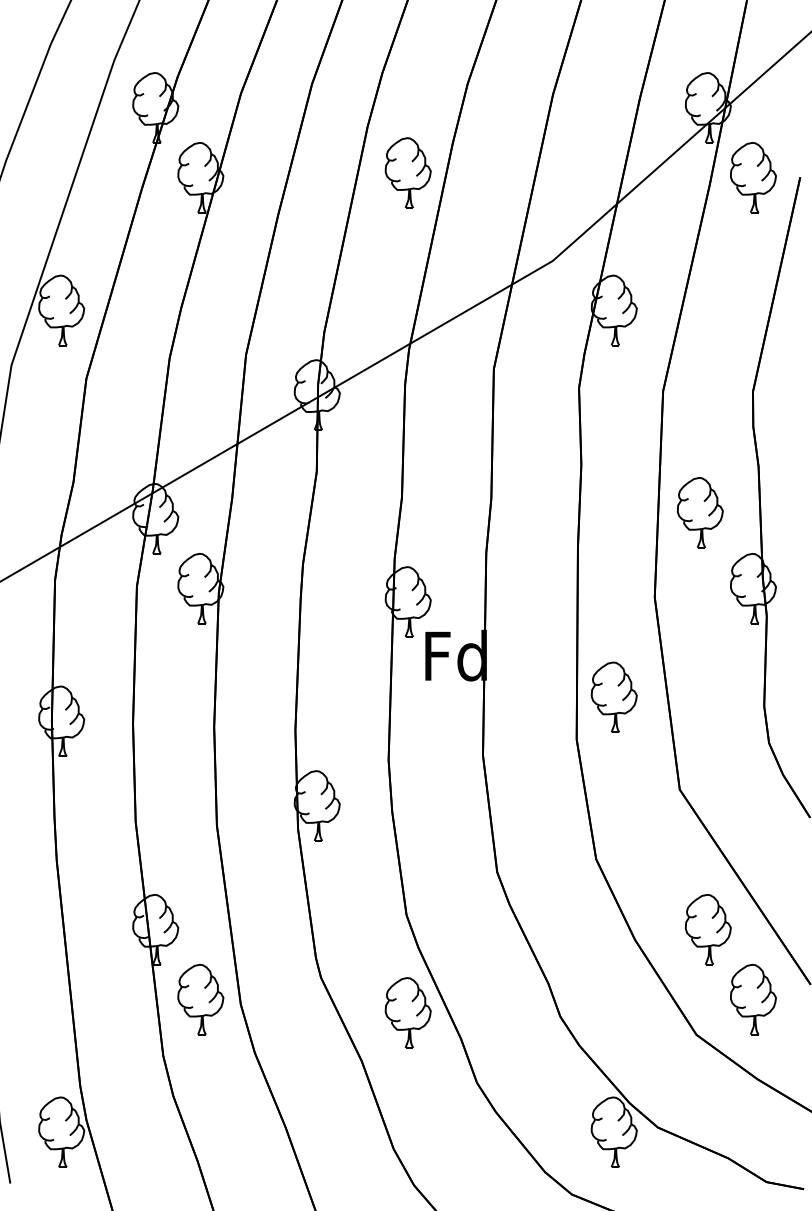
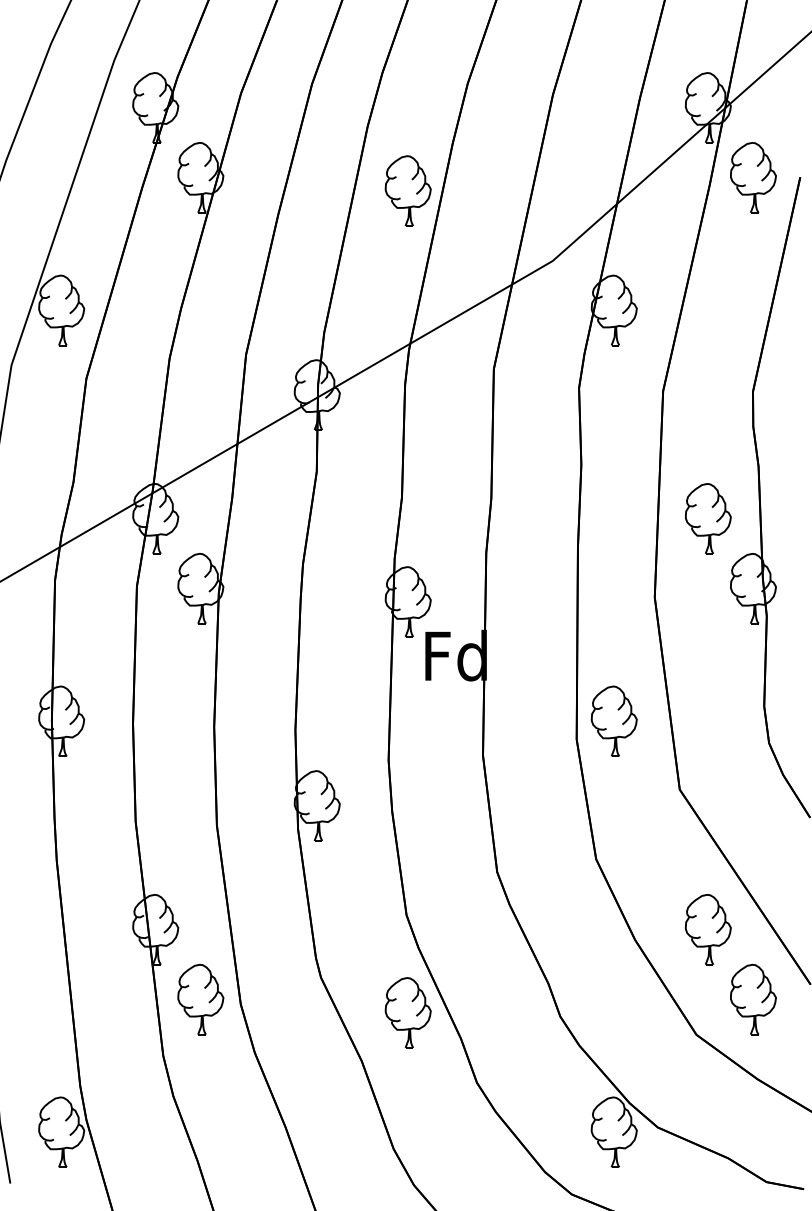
part at (407, 172) position: (407, 172) -> (407, 190)
part at (700, 512) position: (700, 512) -> (708, 518)
part at (613, 696) position: (613, 696) -> (613, 720)
